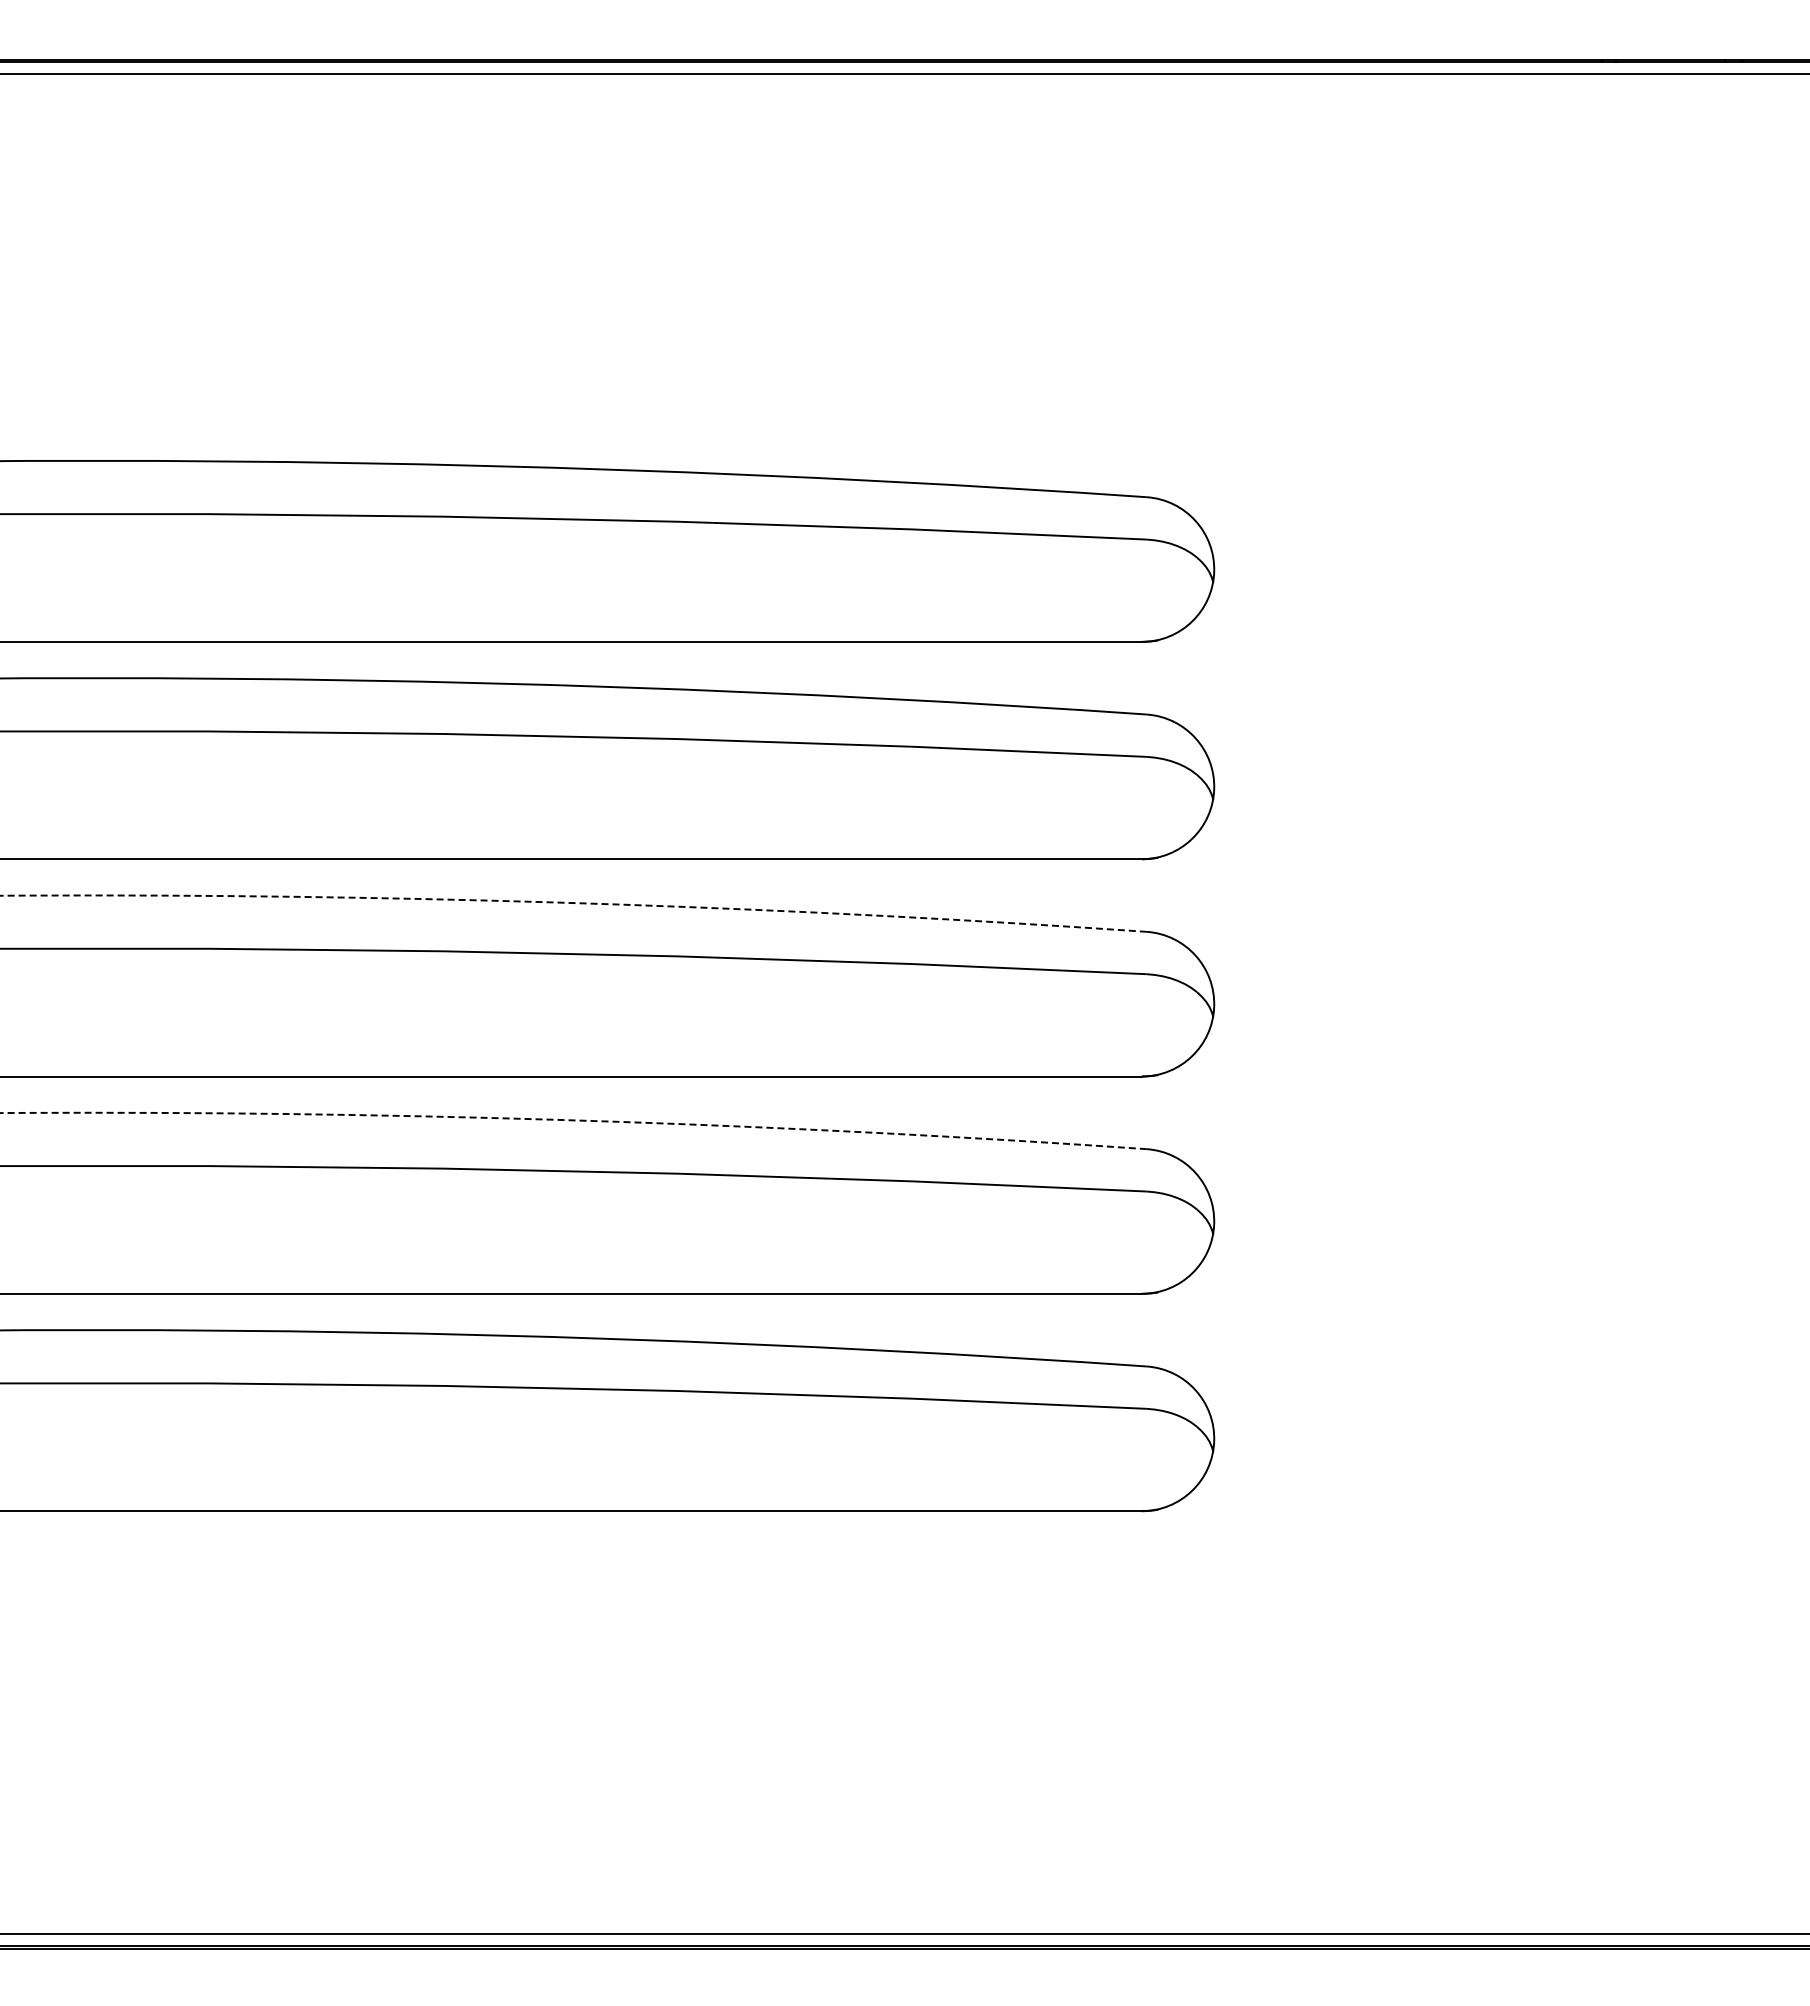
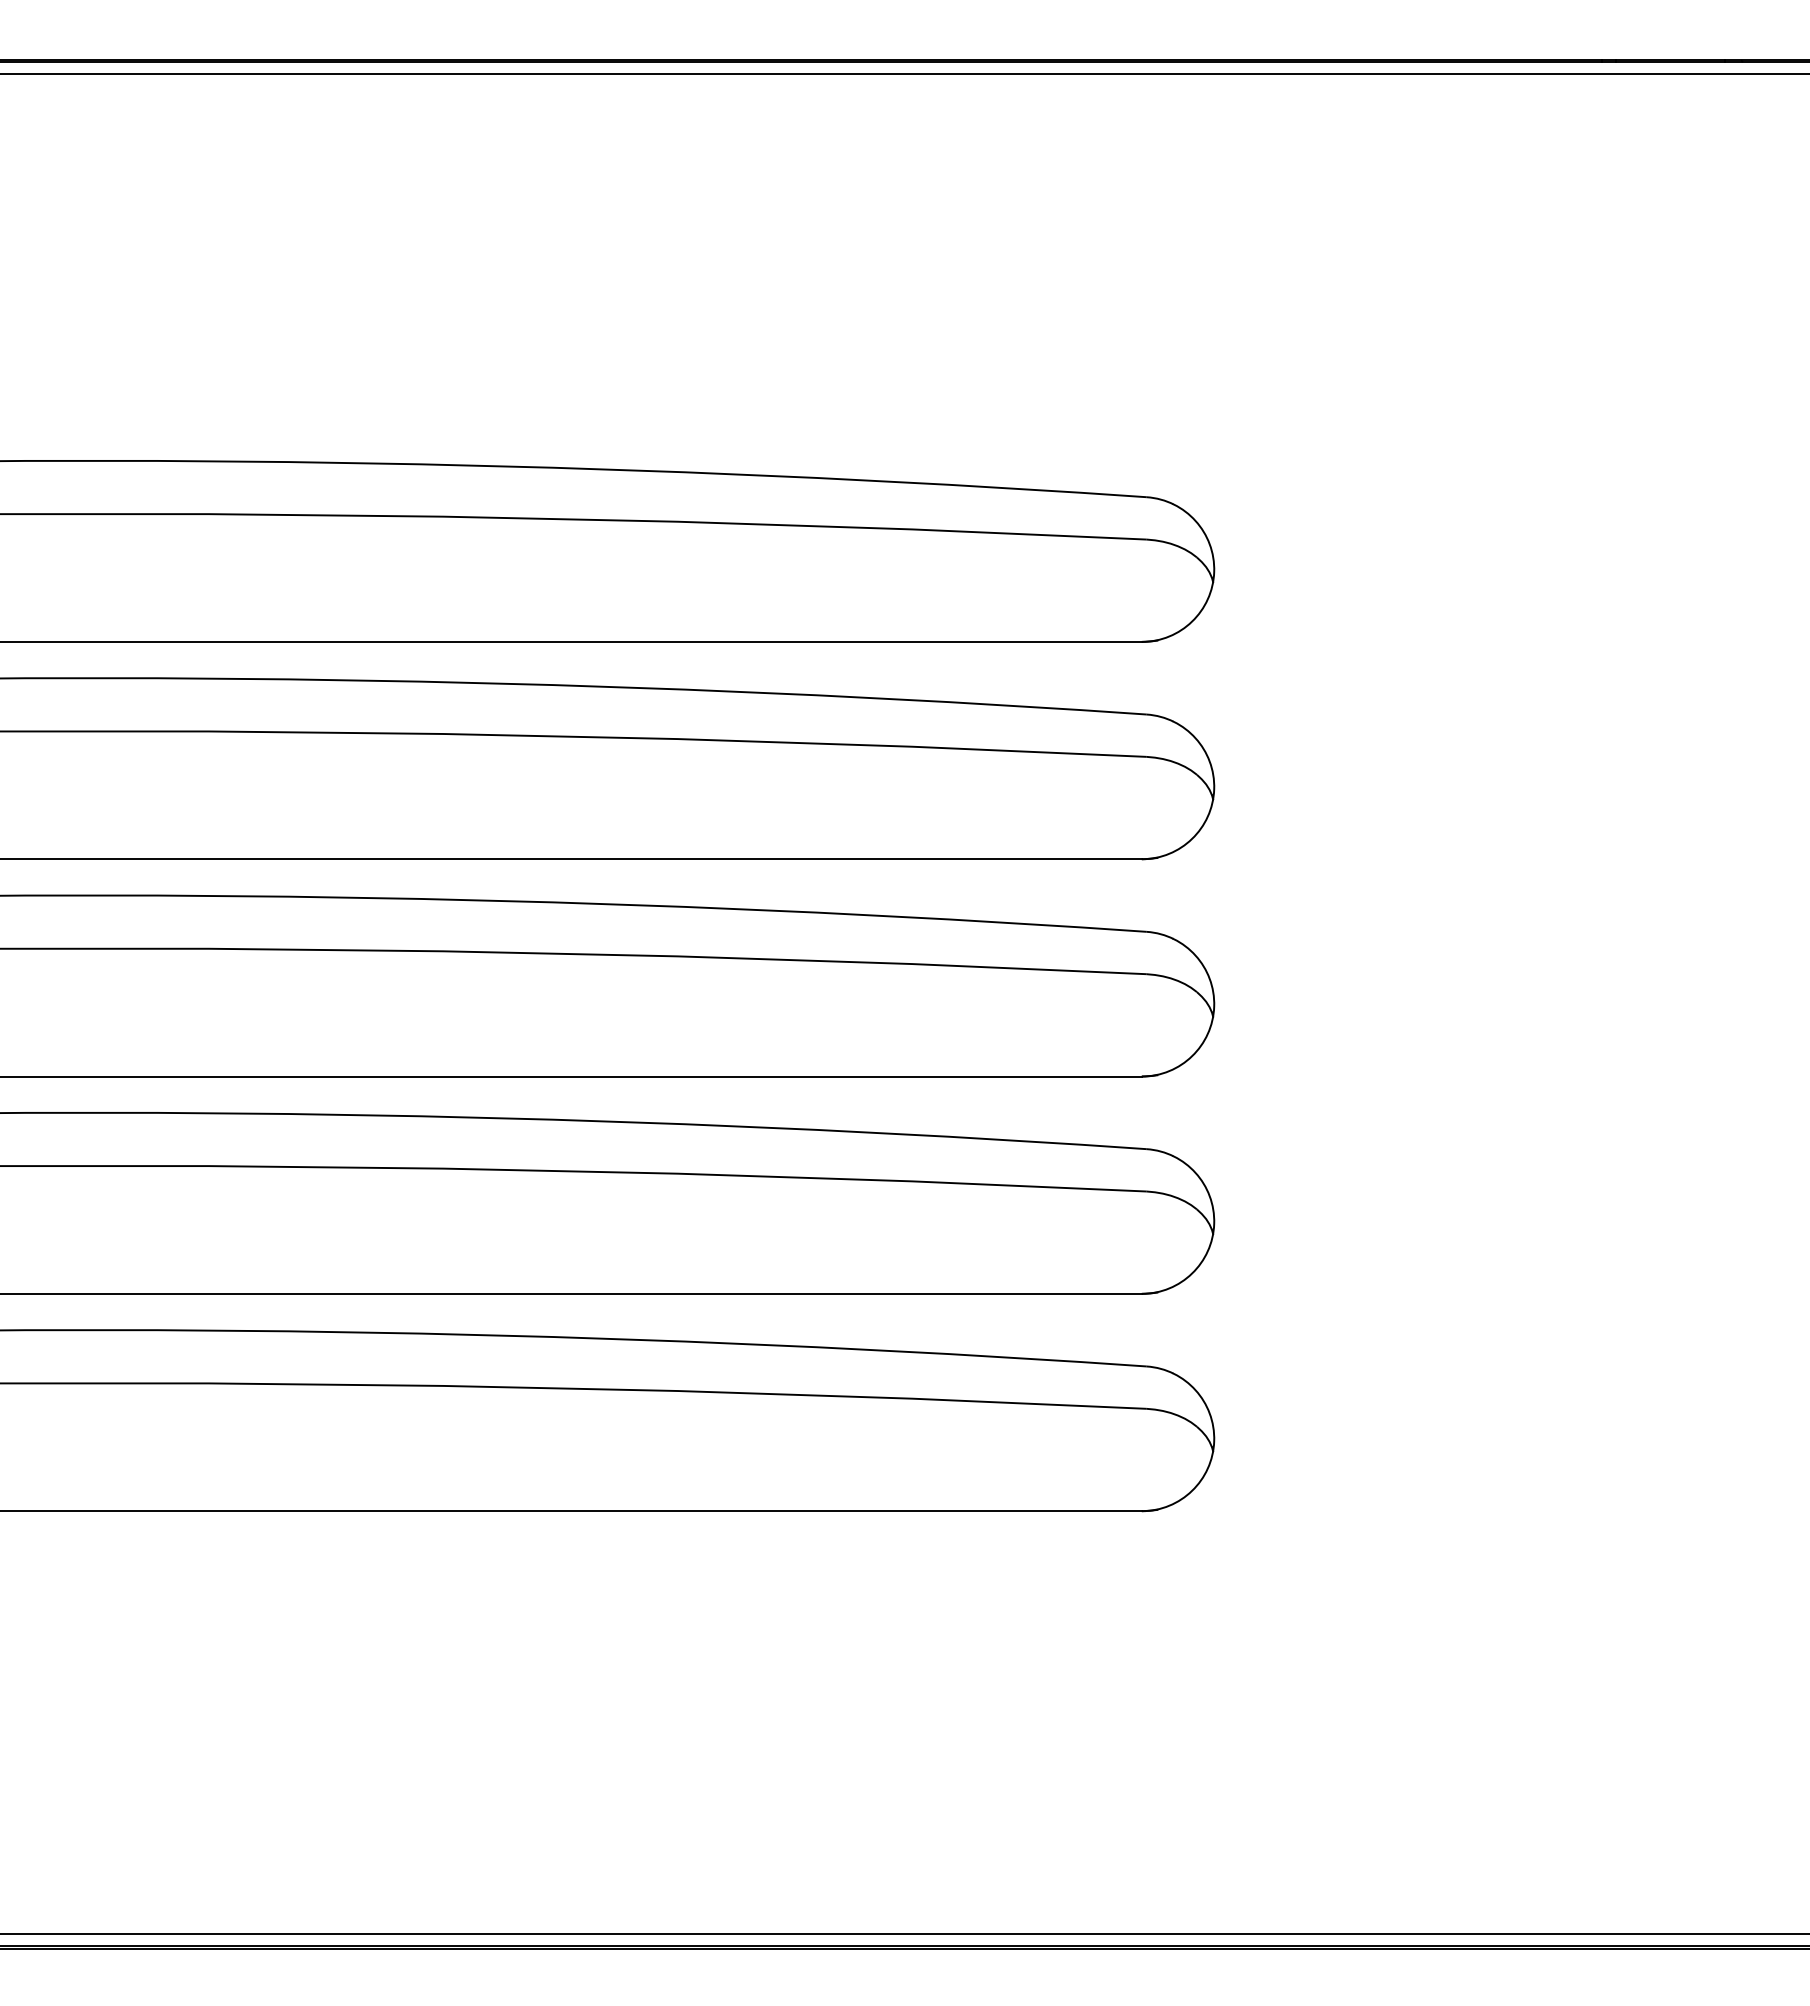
arc at (575, 903): dashed -> solid
arc at (575, 1120): dashed -> solid
